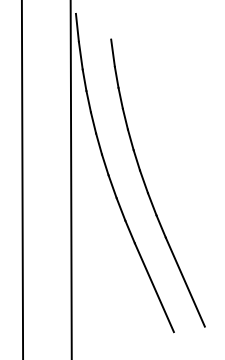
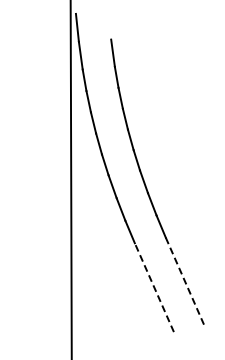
line at (22, 179): present -> none
line at (185, 282): solid -> dashed
line at (154, 287): solid -> dashed
